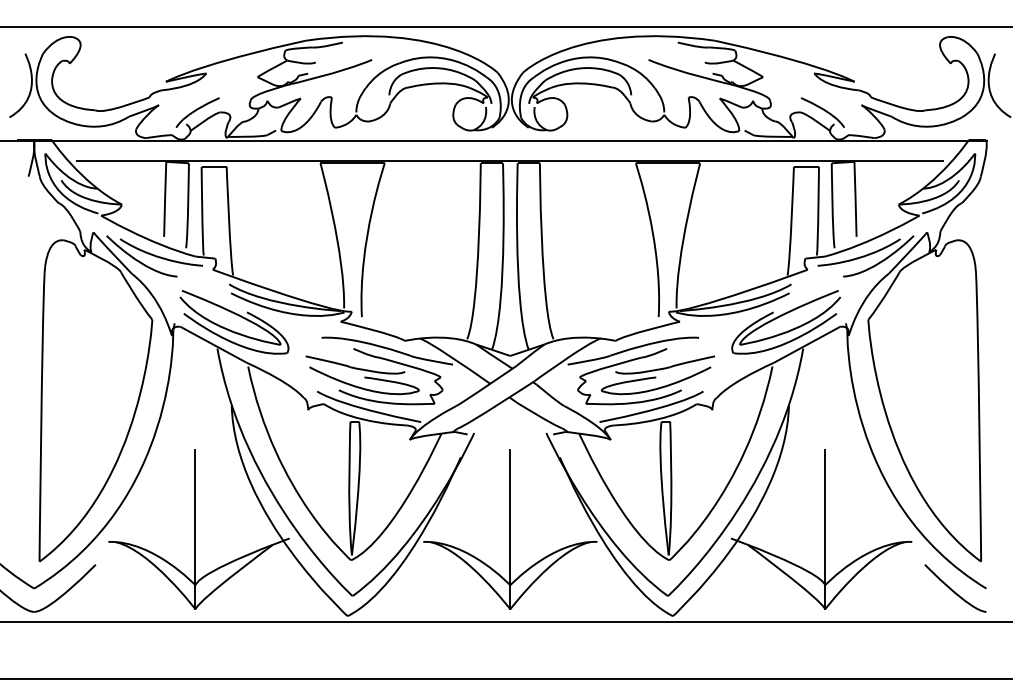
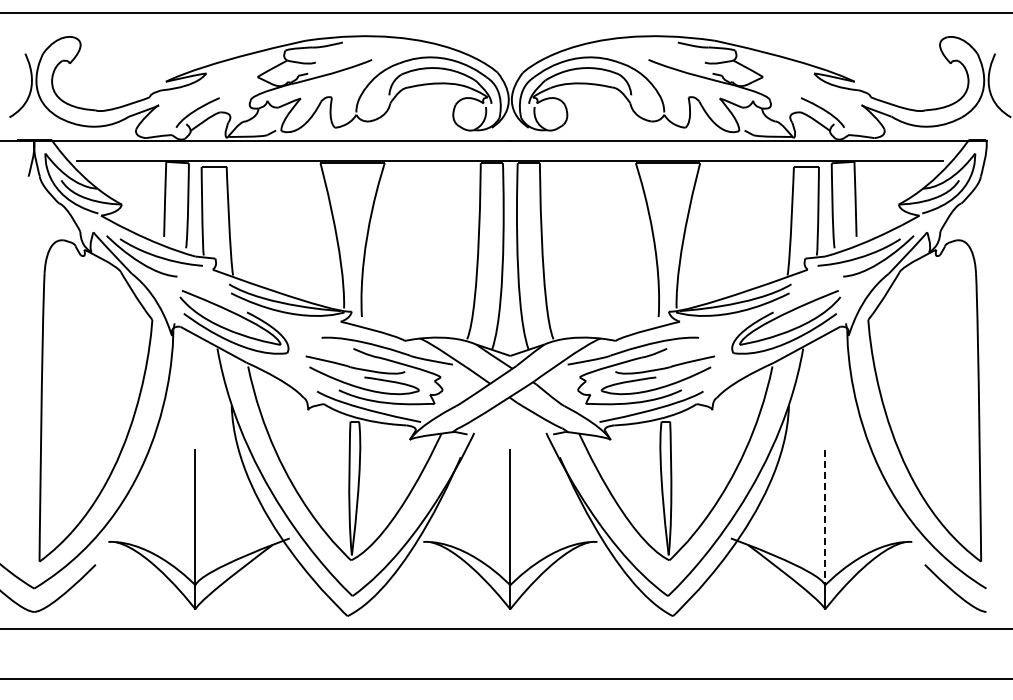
line at (505, 26) position: (505, 26) -> (505, 12)
line at (825, 517): solid -> dashed
line at (505, 621) position: (505, 621) -> (505, 628)
